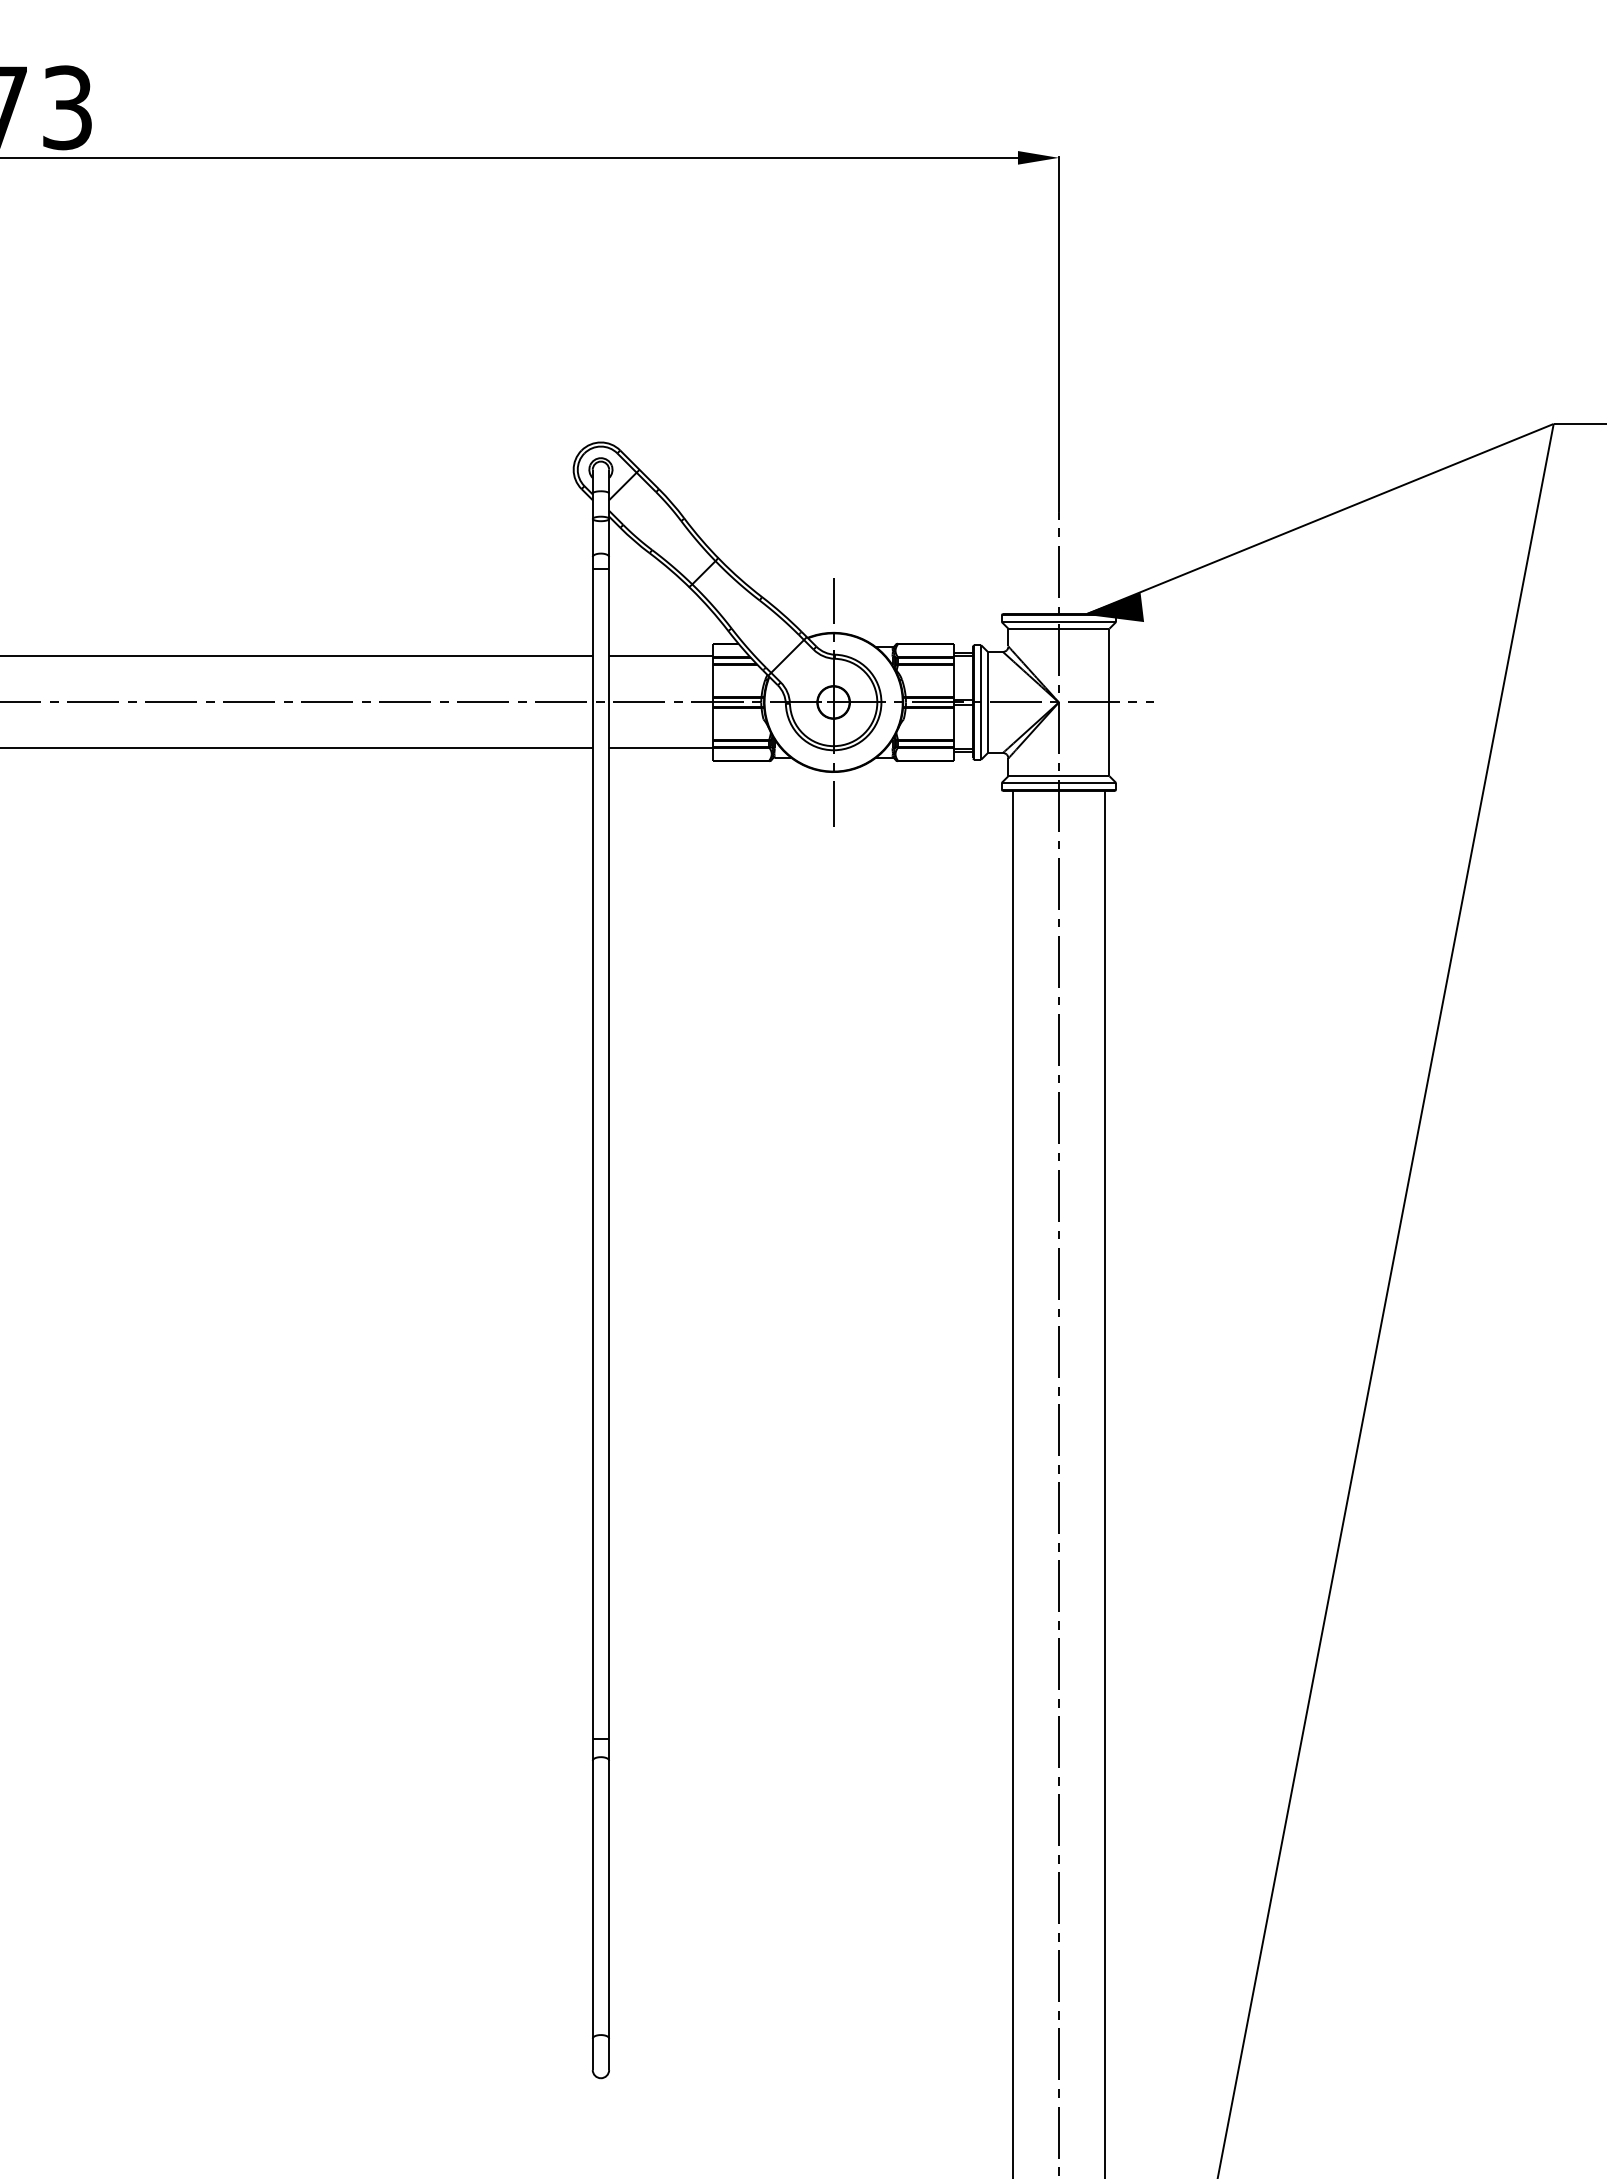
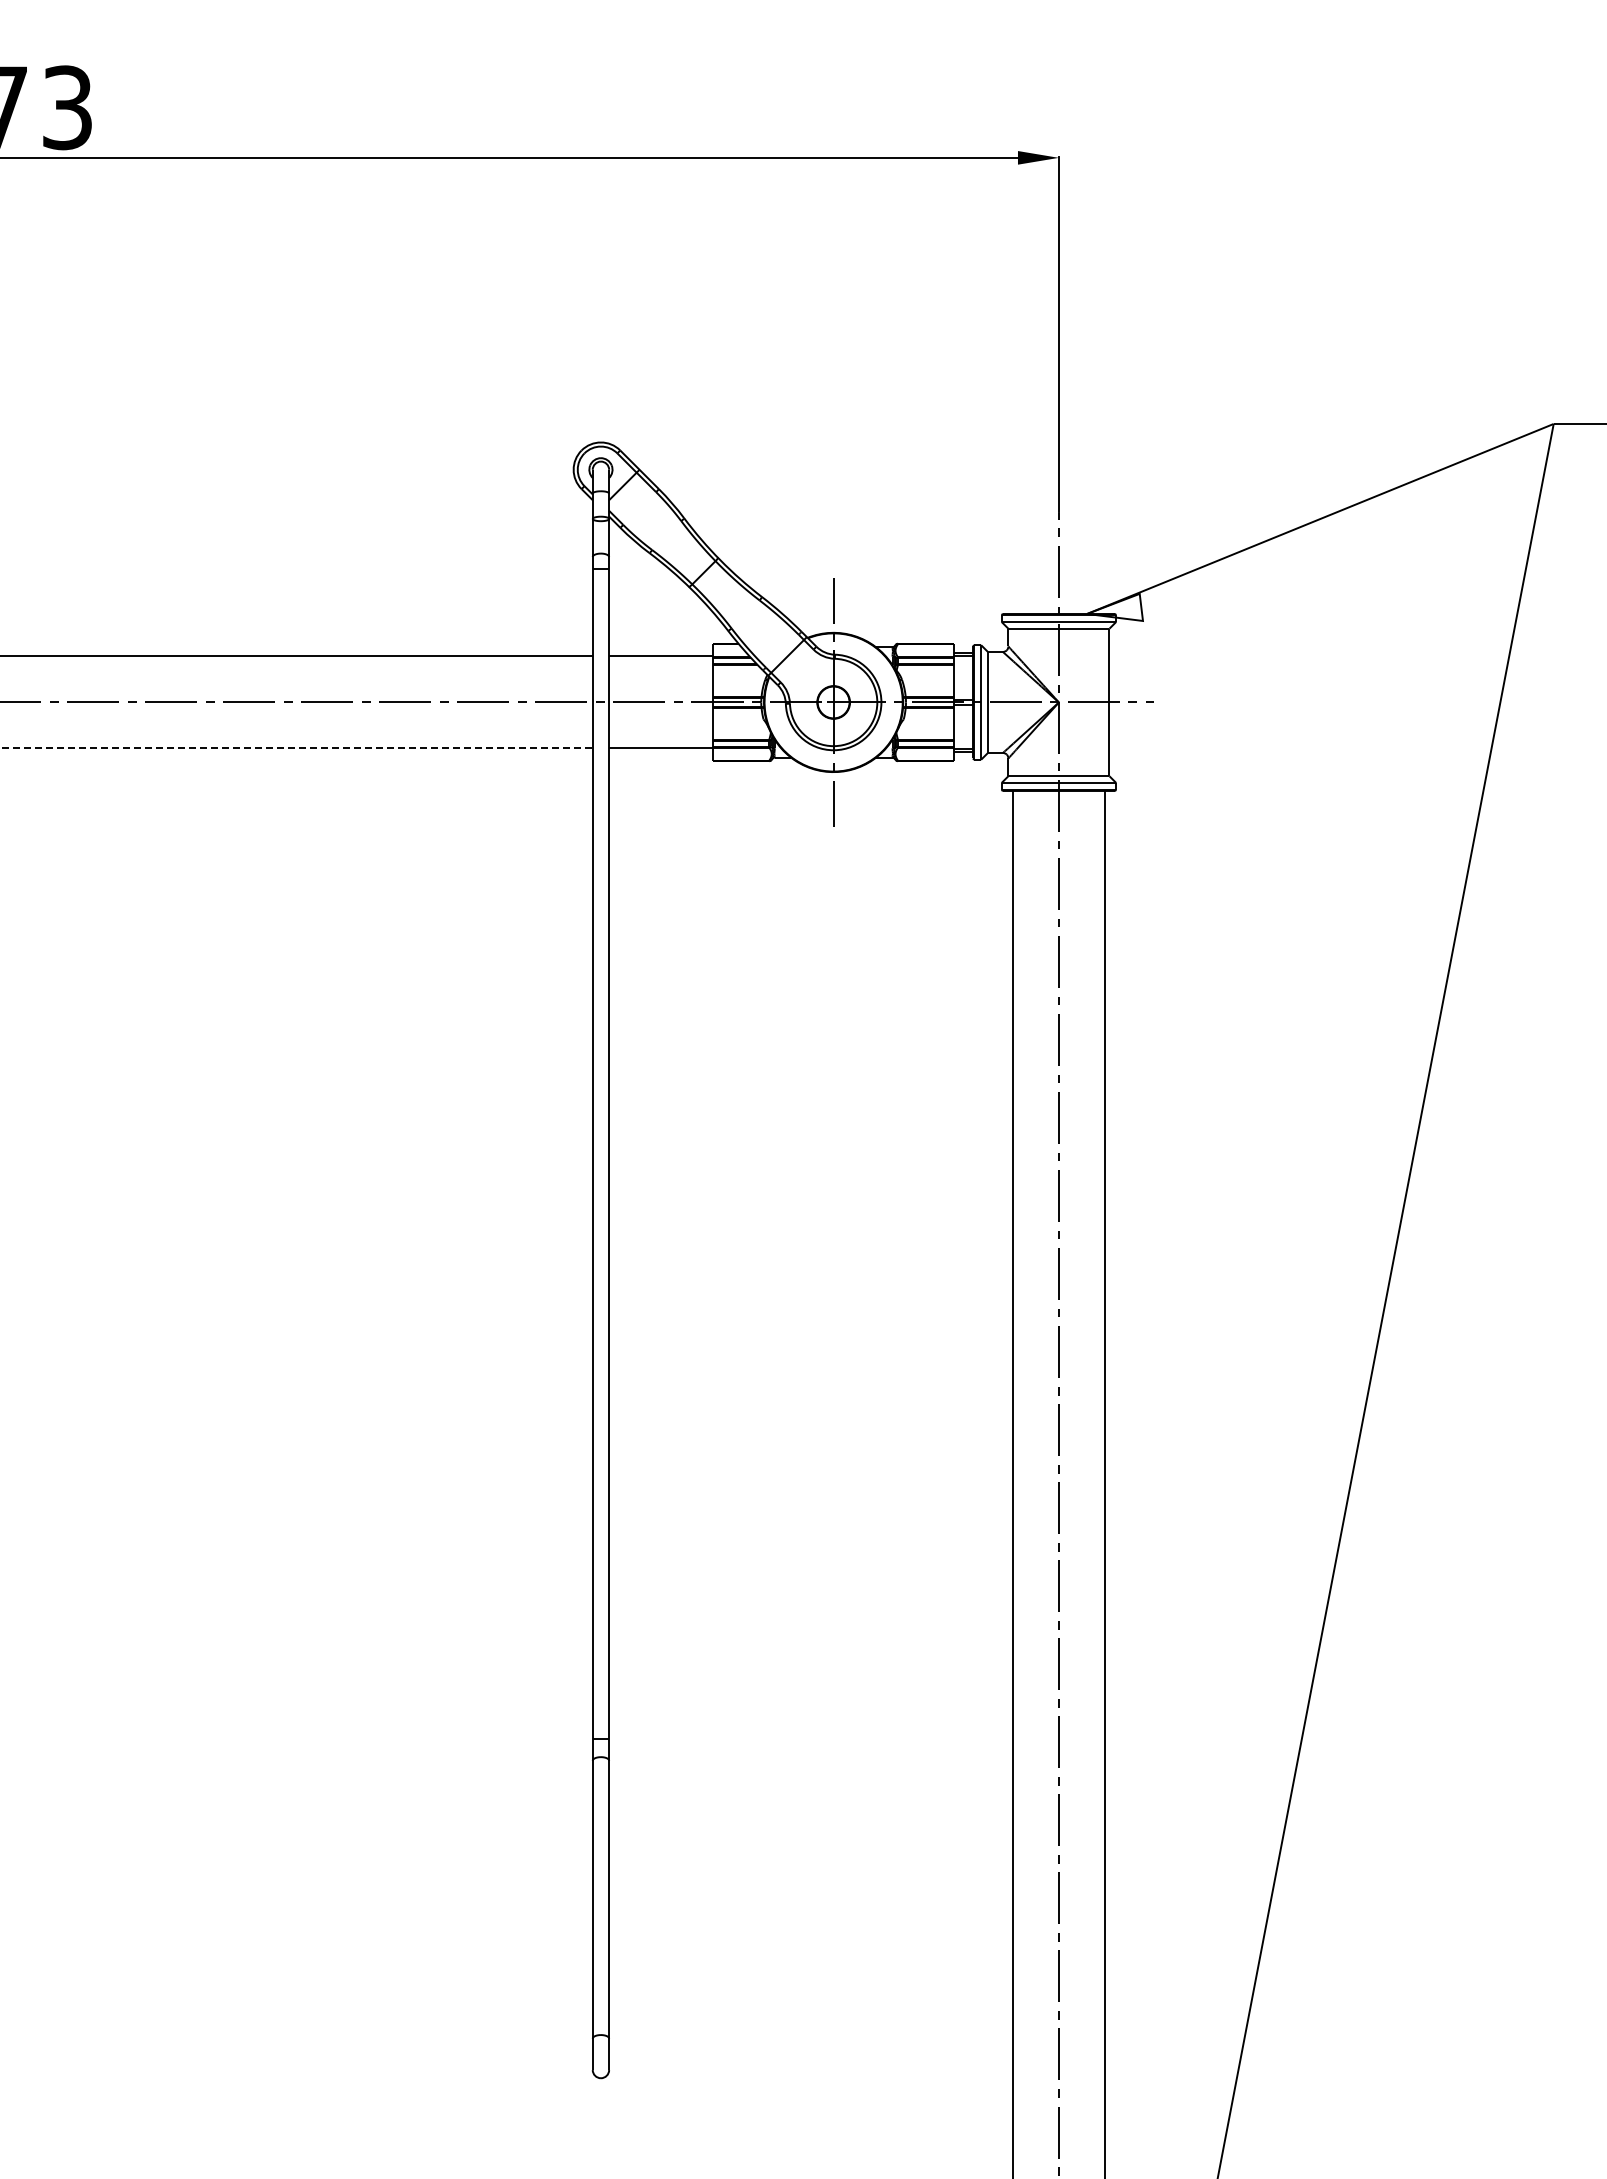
fill at (1114, 606): present -> none
line at (296, 748): solid -> dashed
